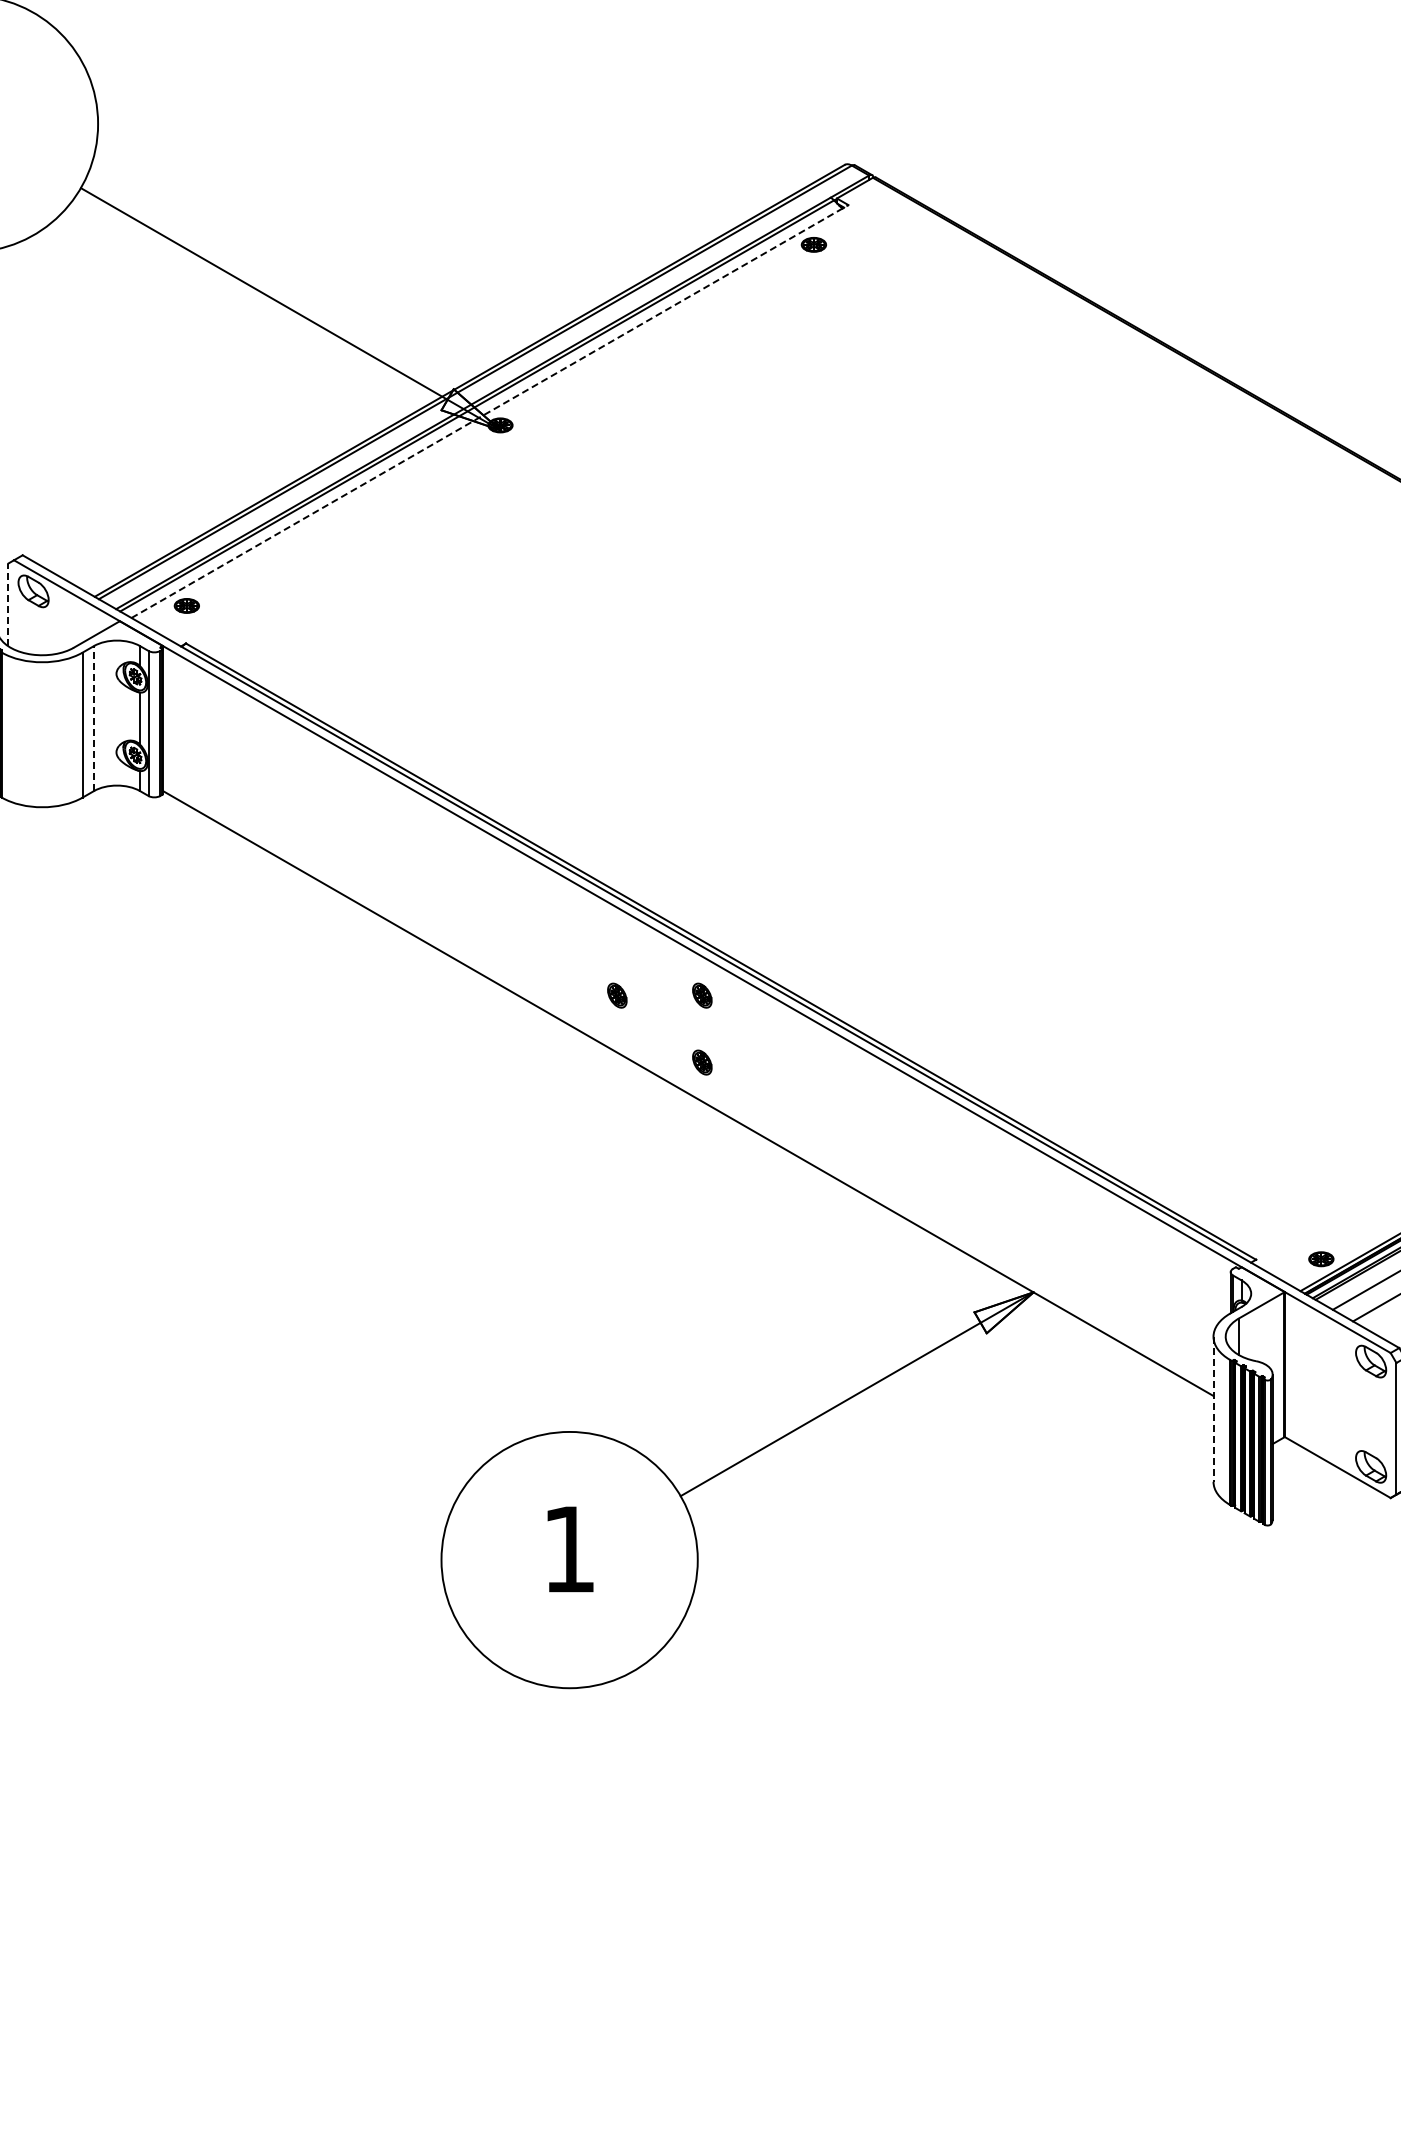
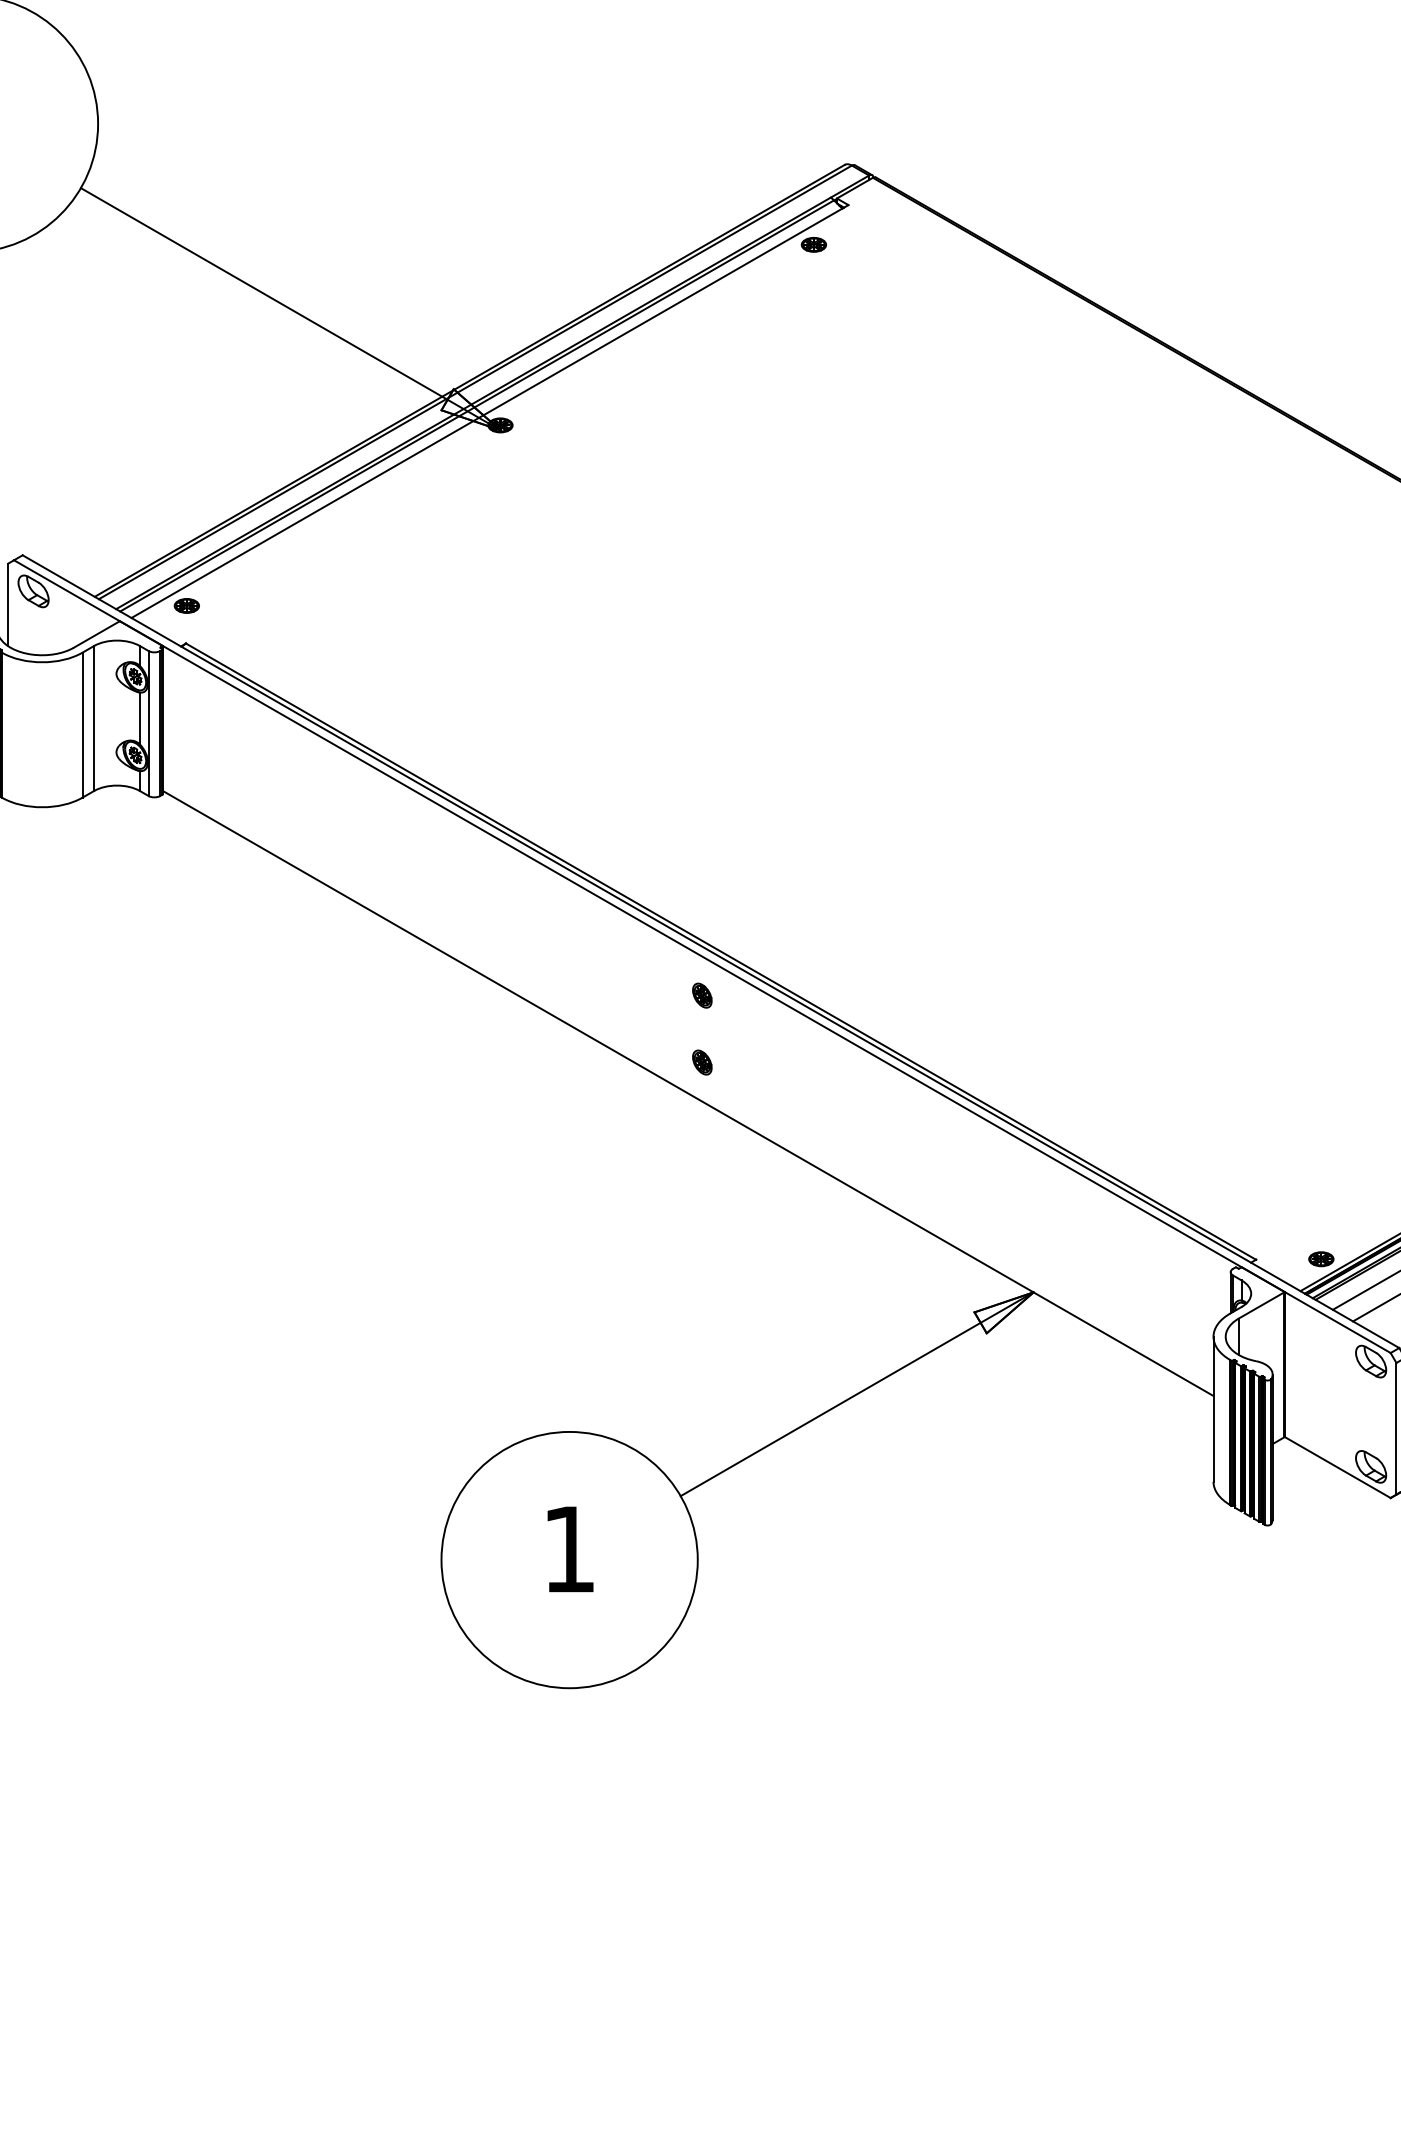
line at (490, 411): dashed -> solid
line at (8, 604): dashed -> solid
line at (94, 718): dashed -> solid
part at (617, 995): present -> none
line at (1213, 1409): dashed -> solid
